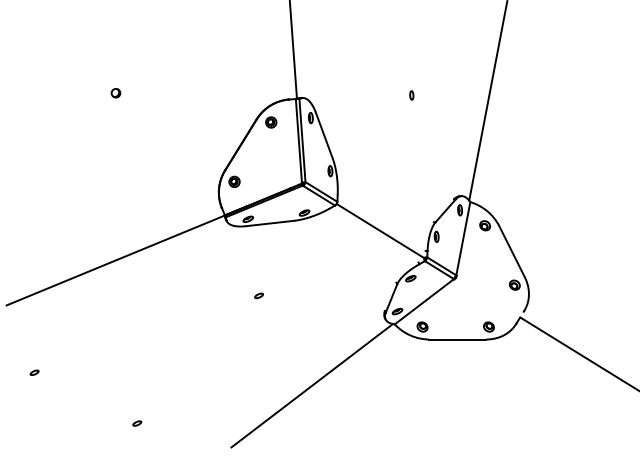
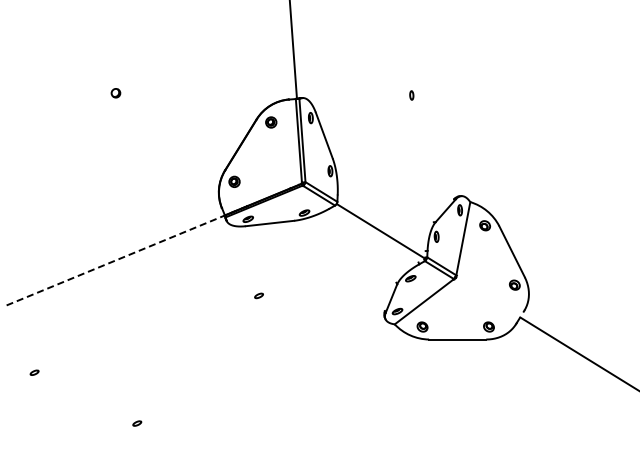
line at (488, 101): present -> none
line at (127, 255): solid -> dashed
line at (311, 385): present -> none
